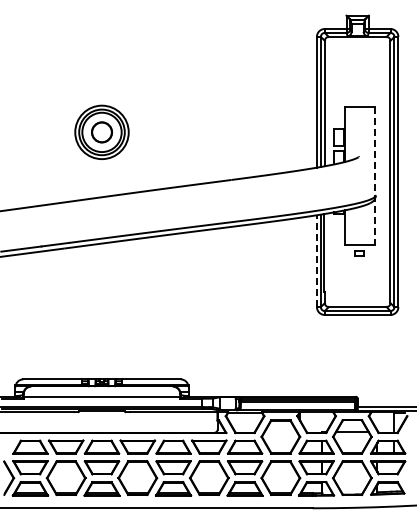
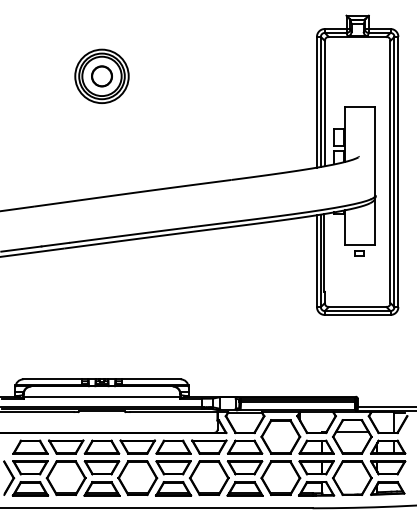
part at (101, 131) position: (101, 131) -> (101, 75)
line at (375, 176): dashed -> solid
line at (316, 261): dashed -> solid
